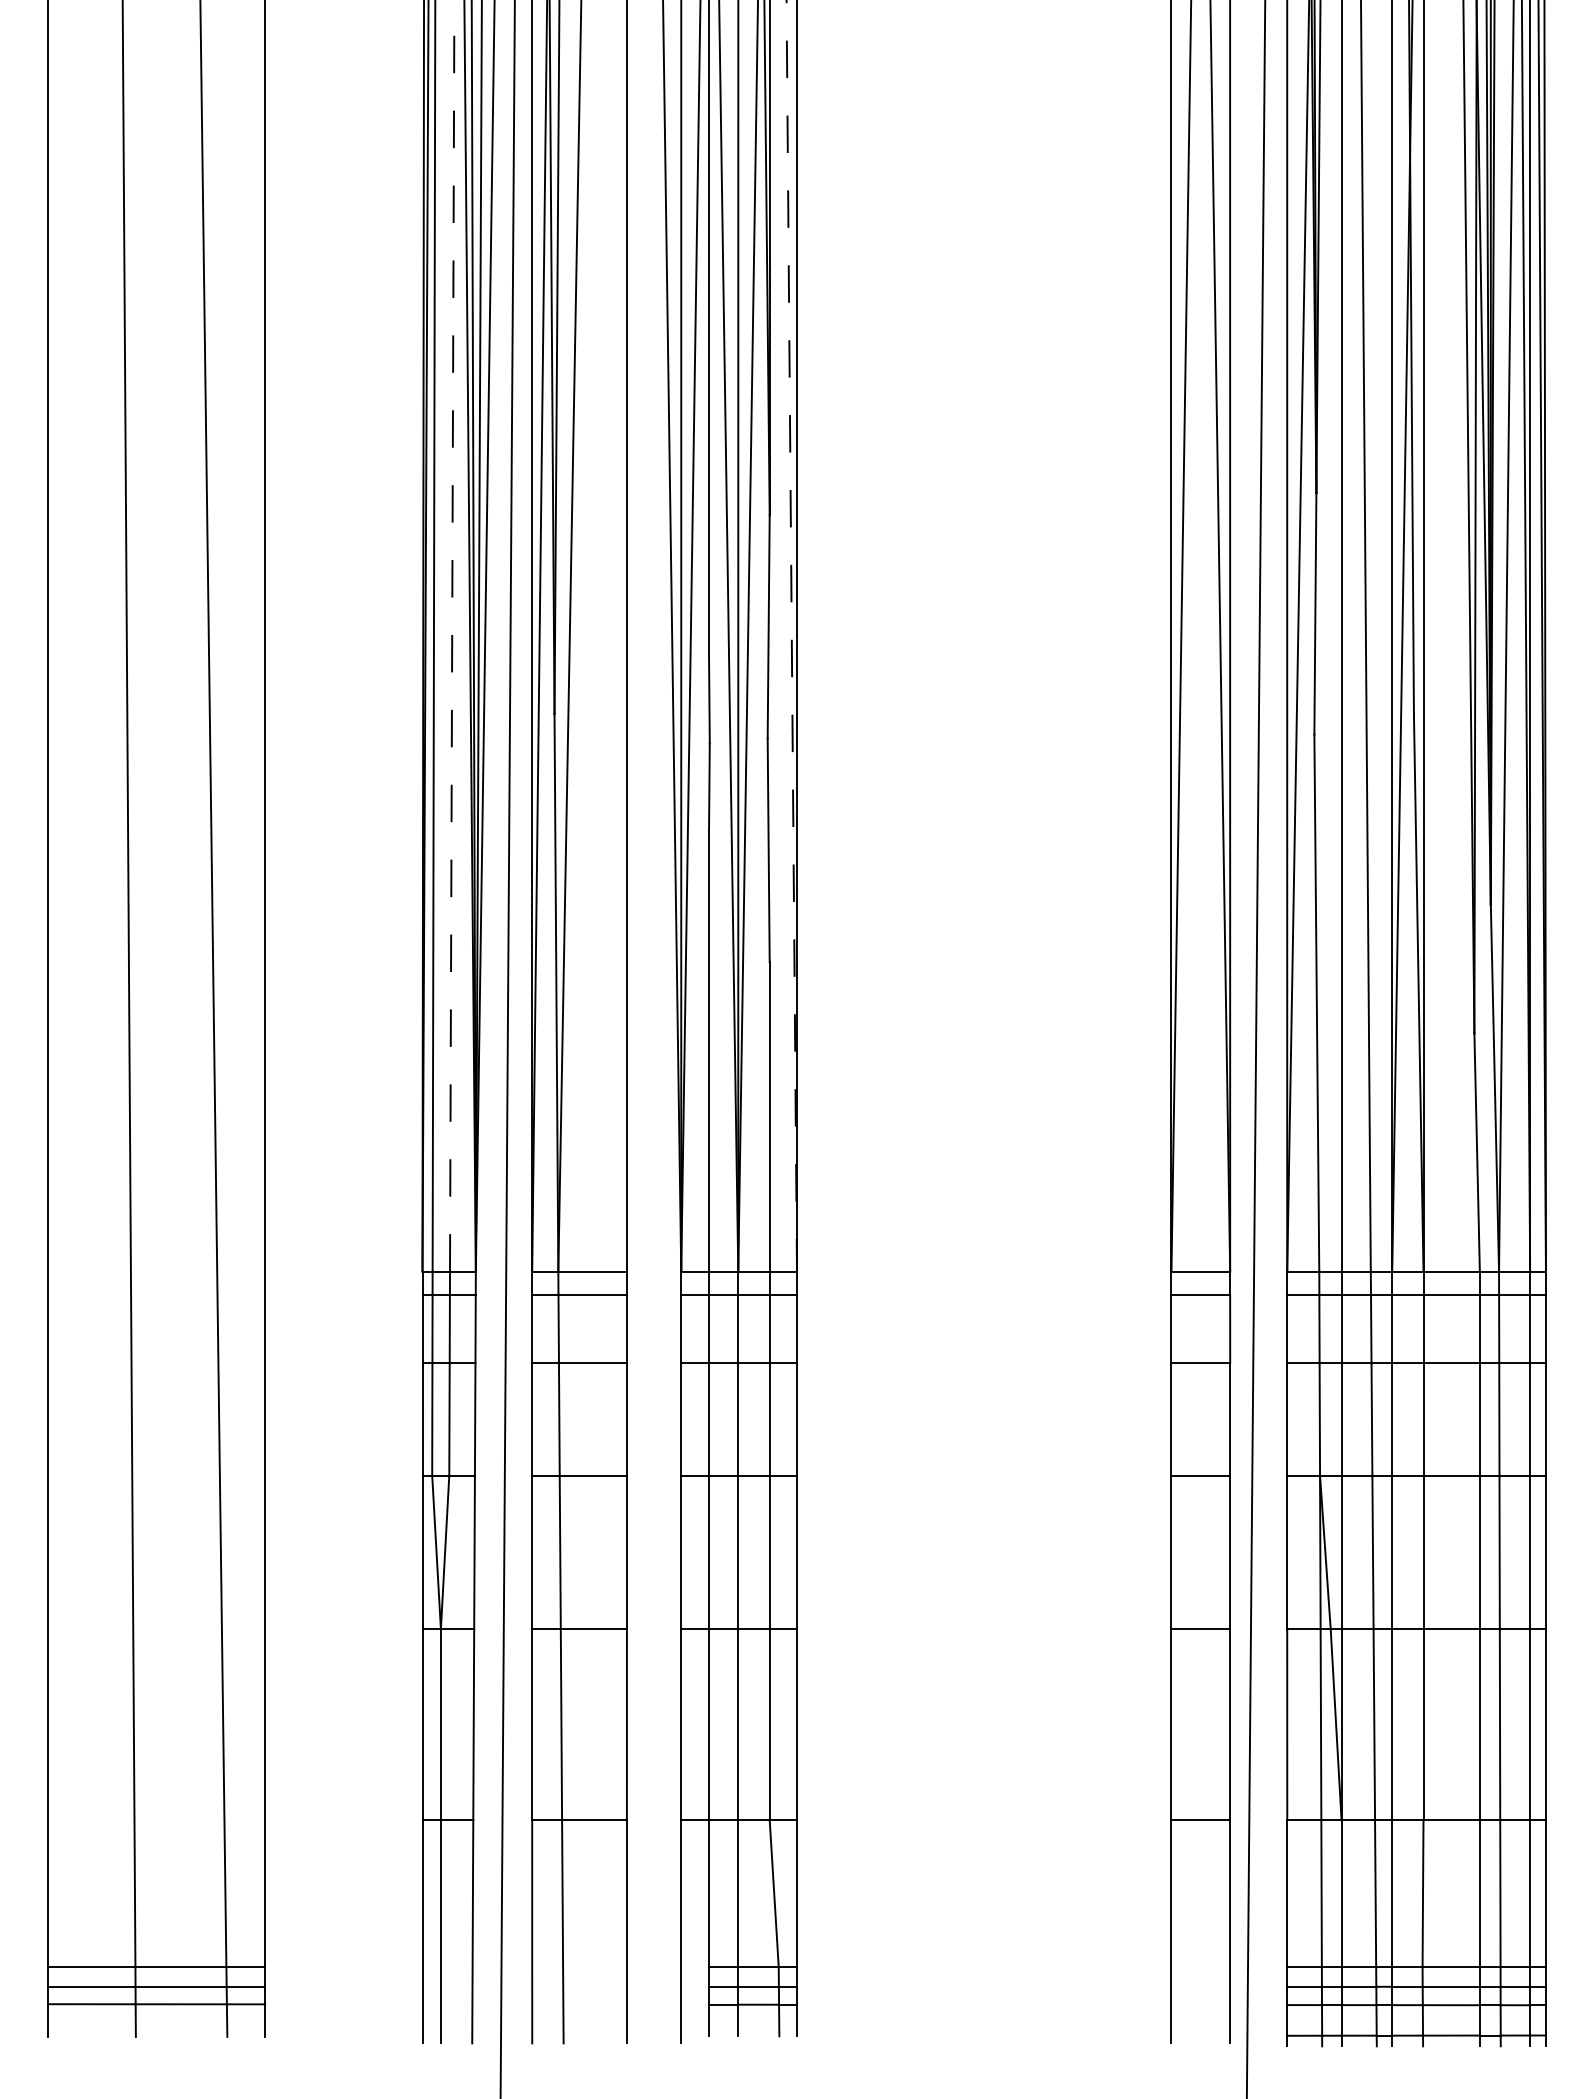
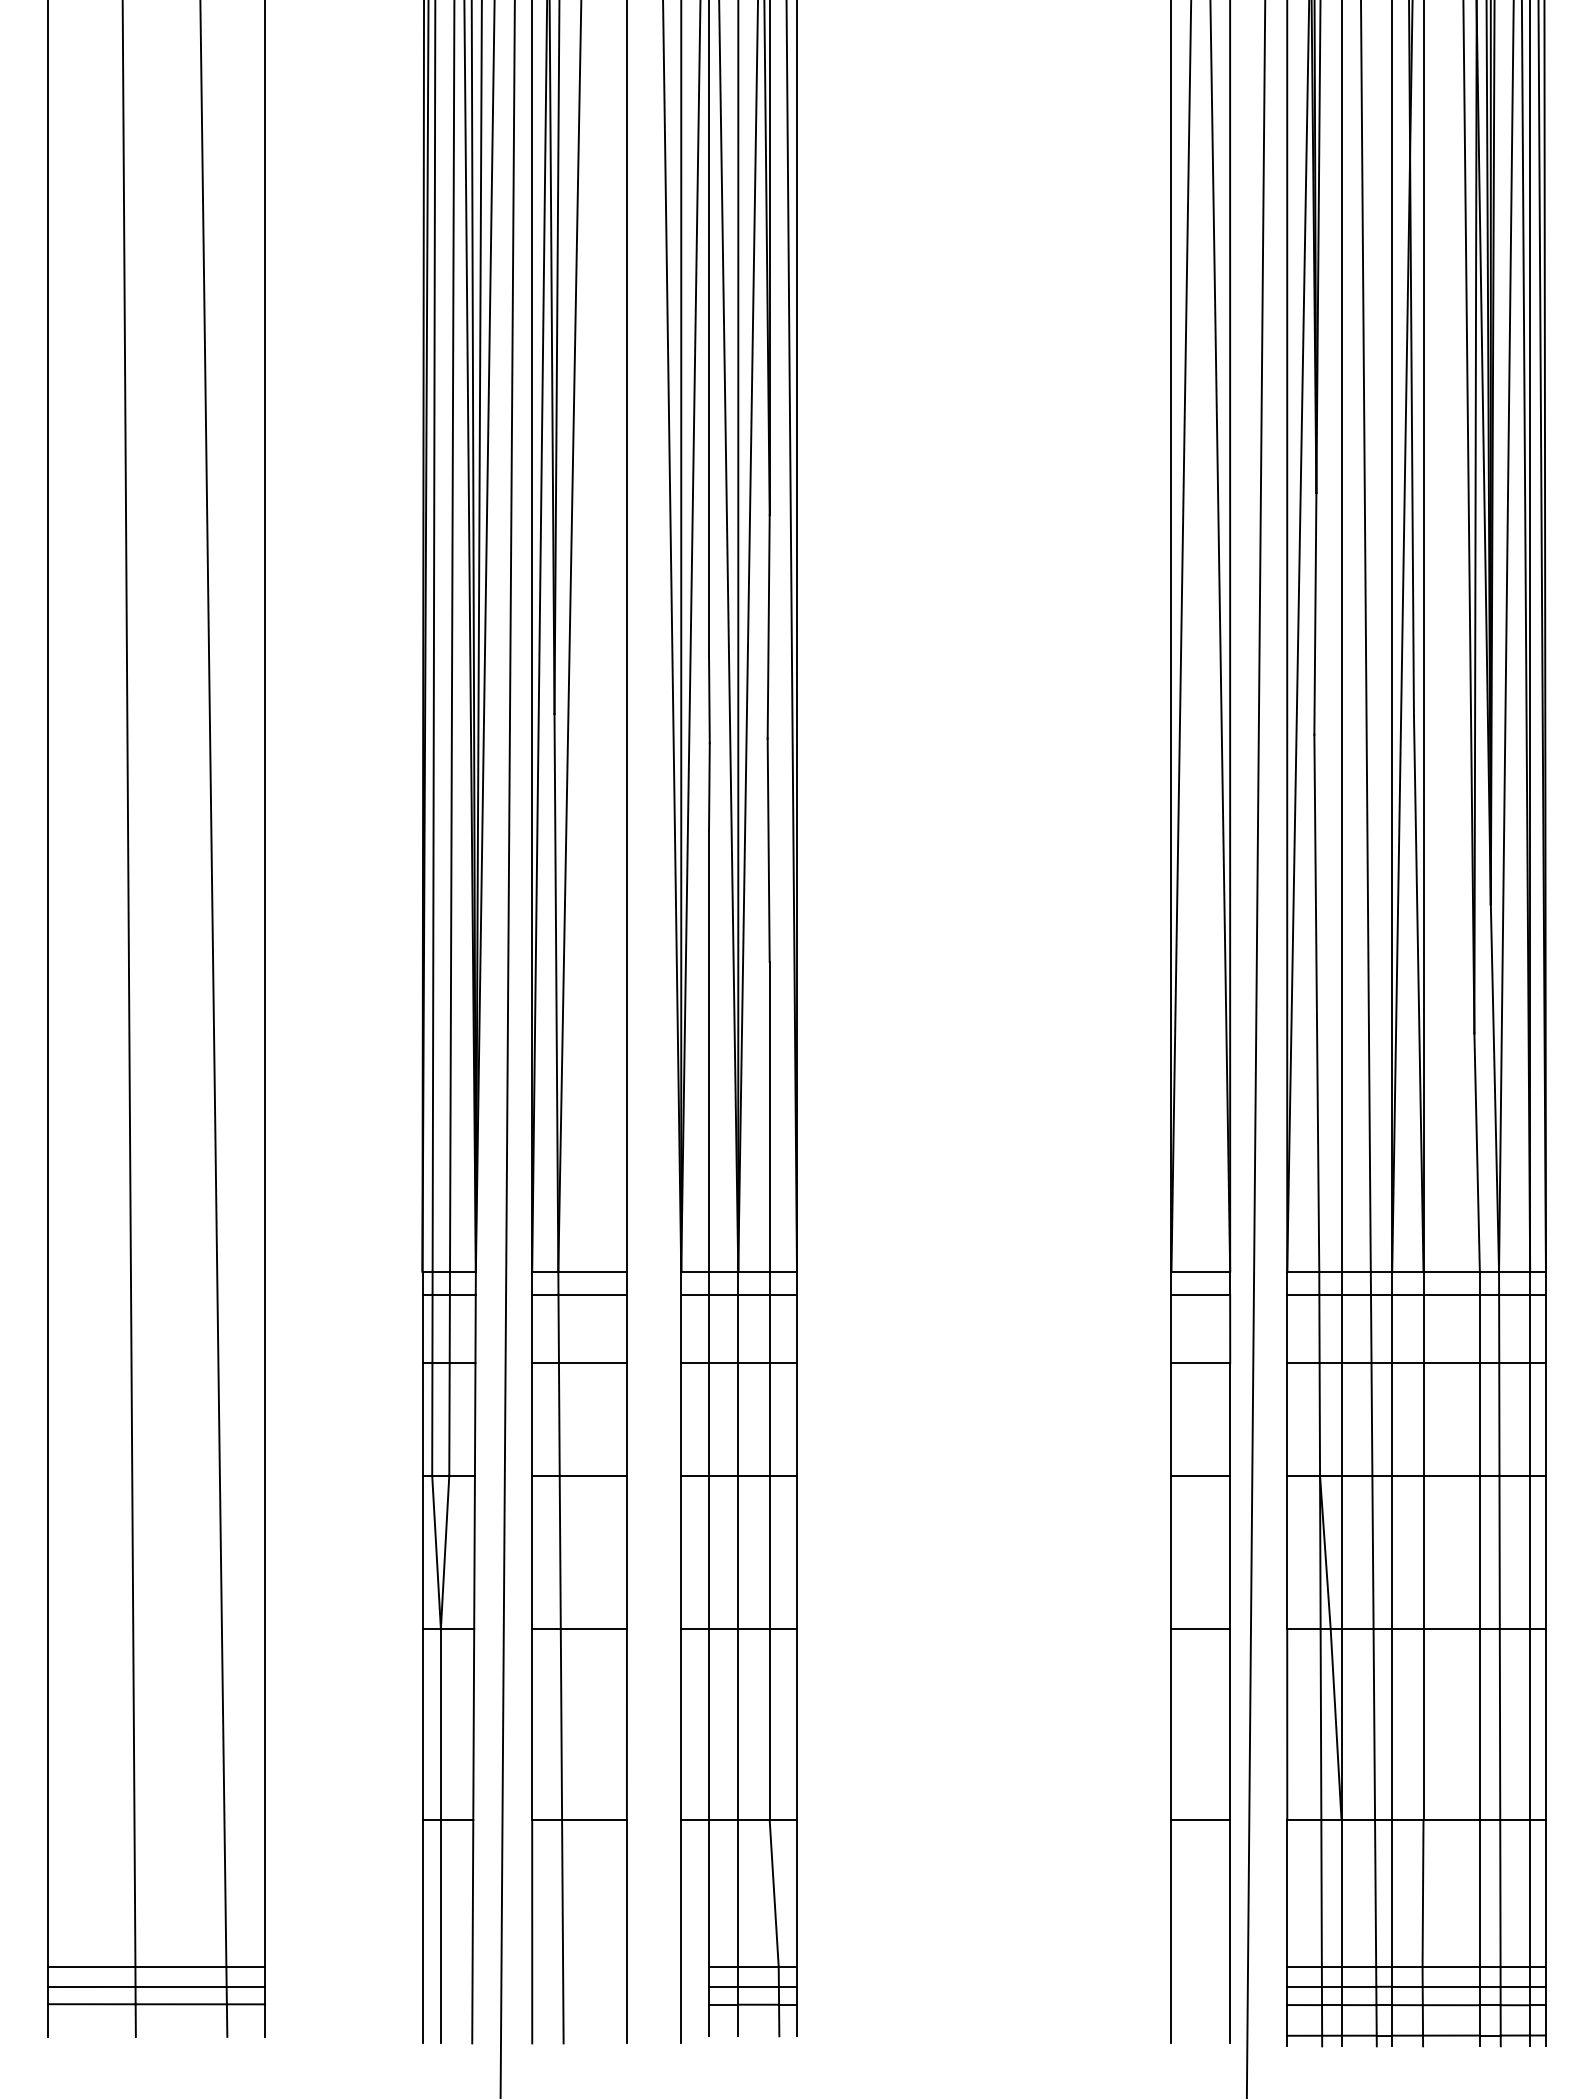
line at (452, 635): dashed -> solid
line at (791, 636): dashed -> solid
